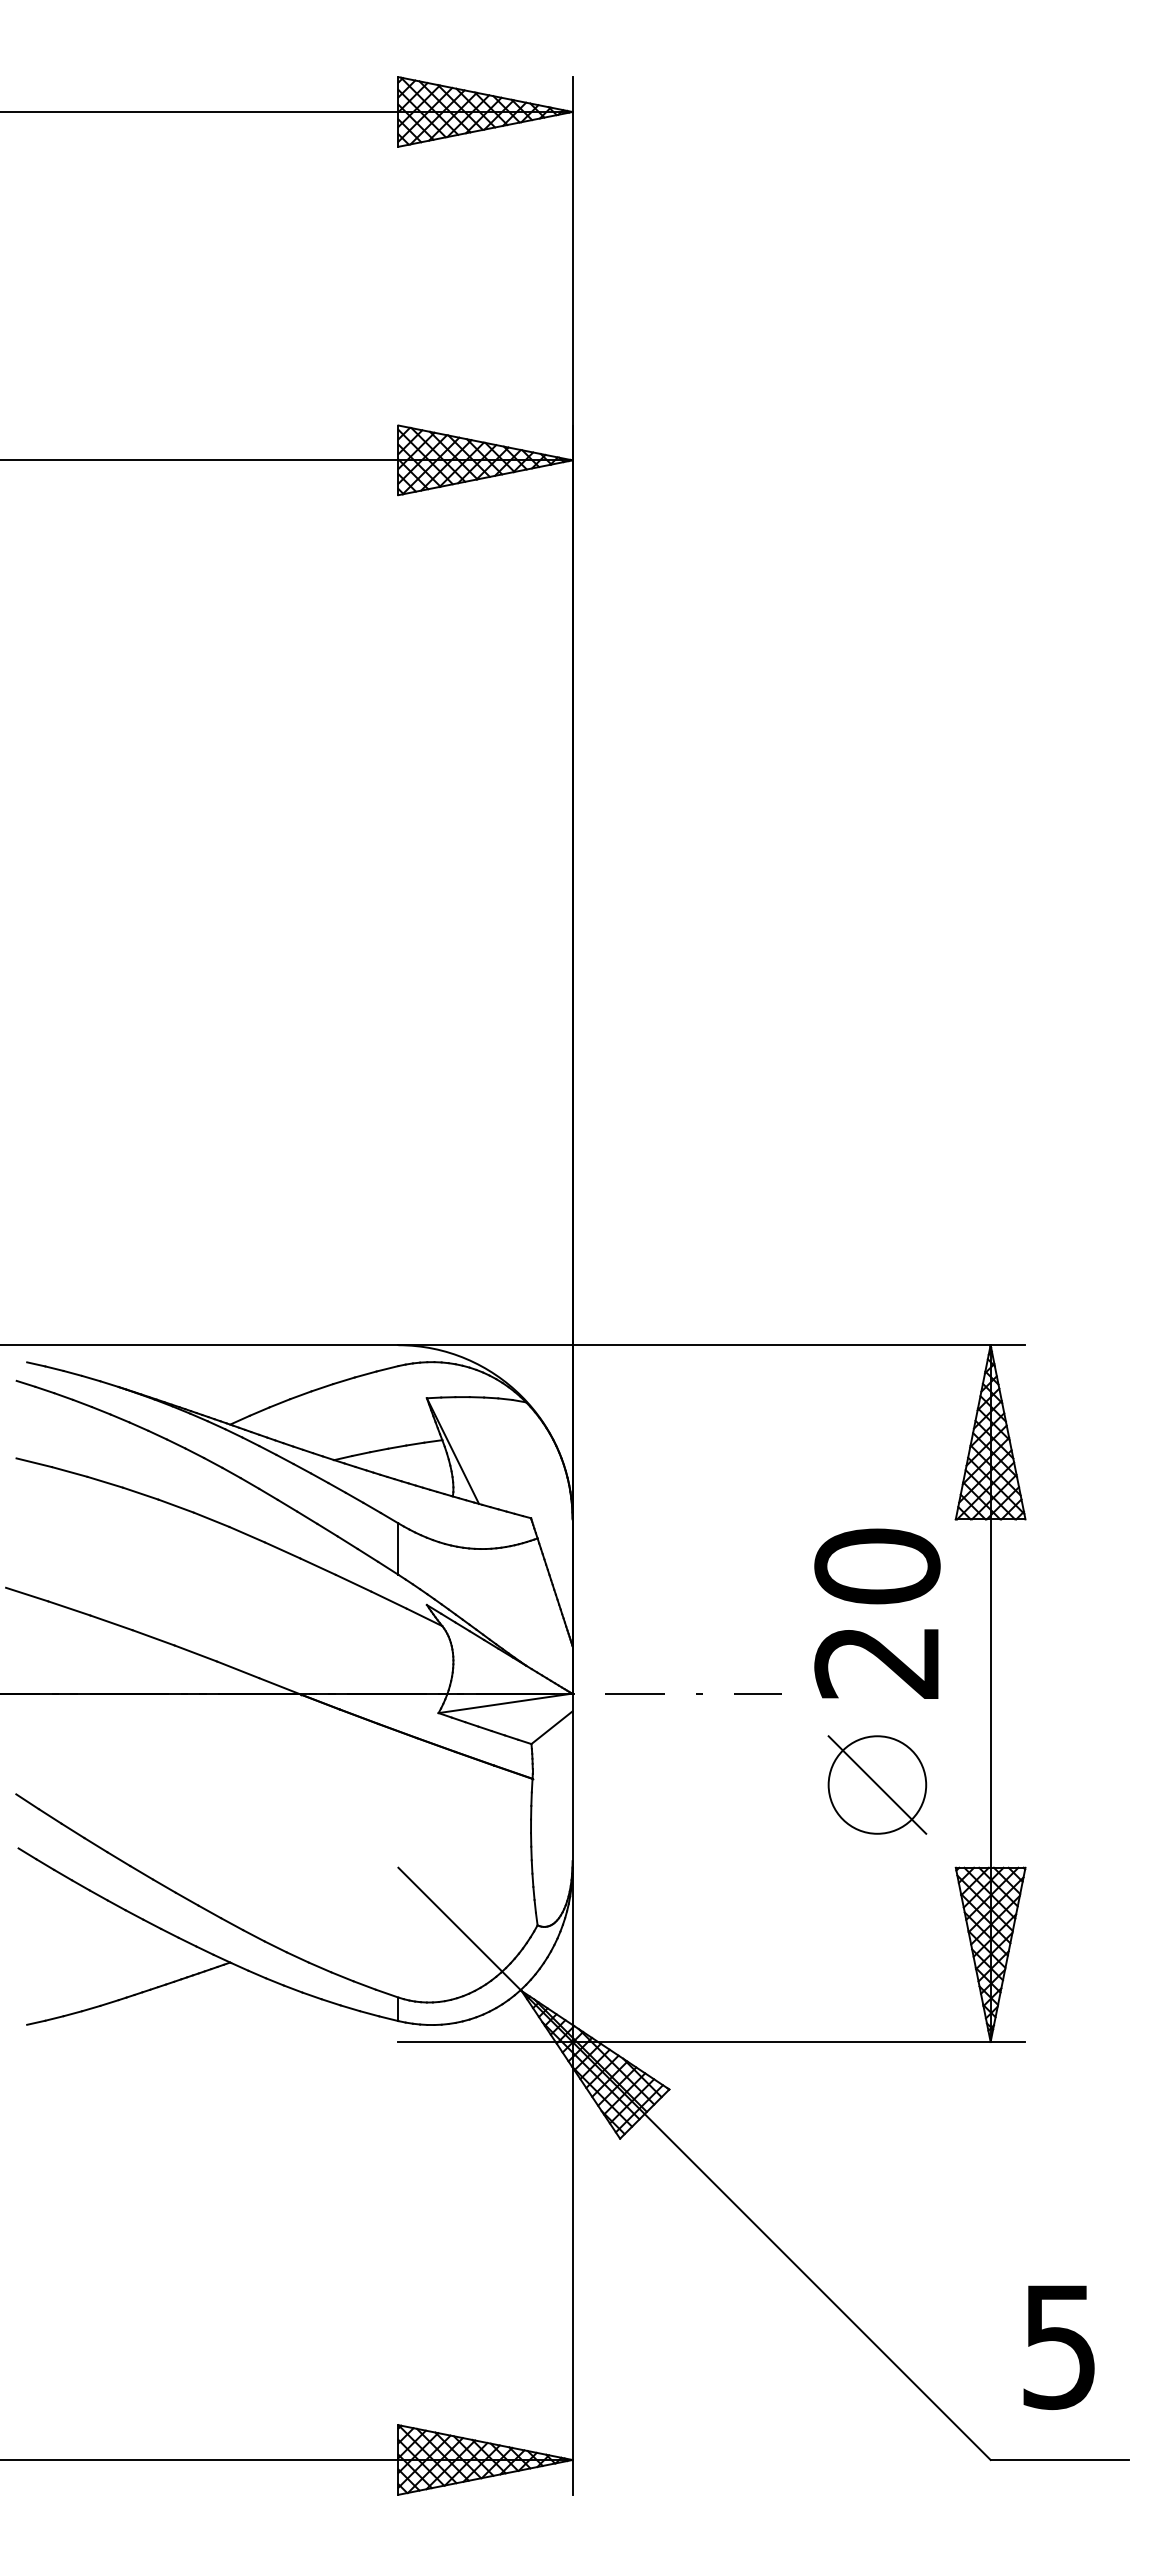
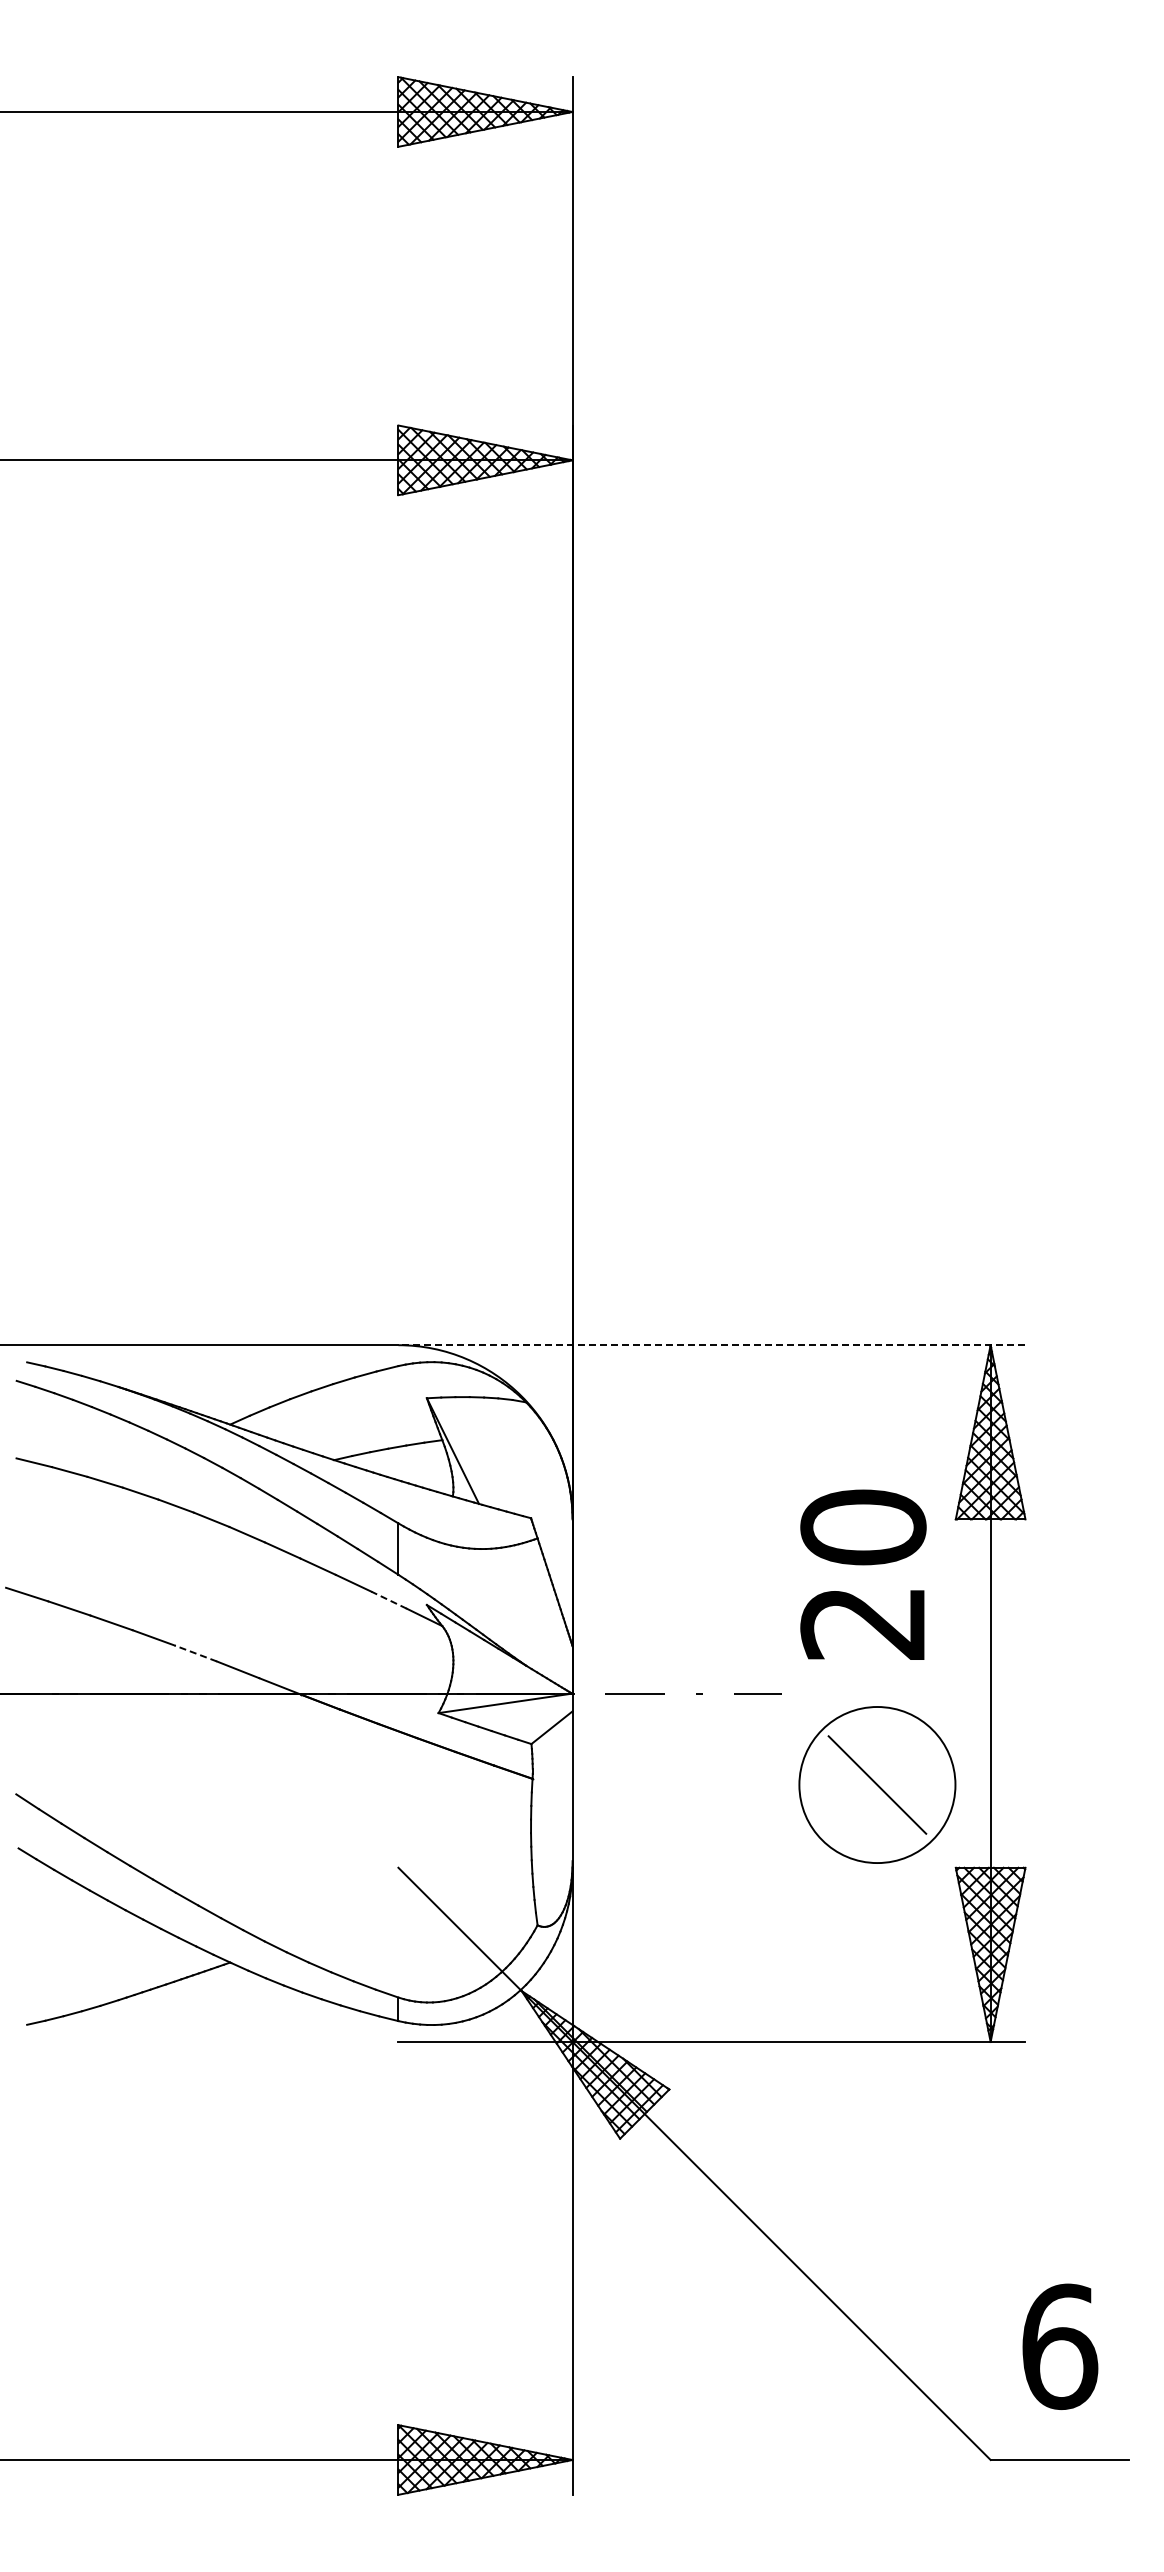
line at (711, 1345): solid -> dashed
line at (389, 1600): solid -> dashed
text at (877, 1613) position: (877, 1613) -> (863, 1574)
line at (195, 1653): solid -> dashed
circle at (877, 1784) diameter: 98 px -> 156 px
text at (1060, 2346): 5 -> 6
